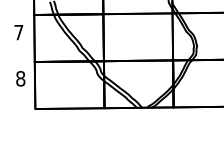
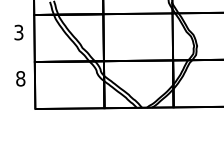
text at (18, 32): 7 -> 3
